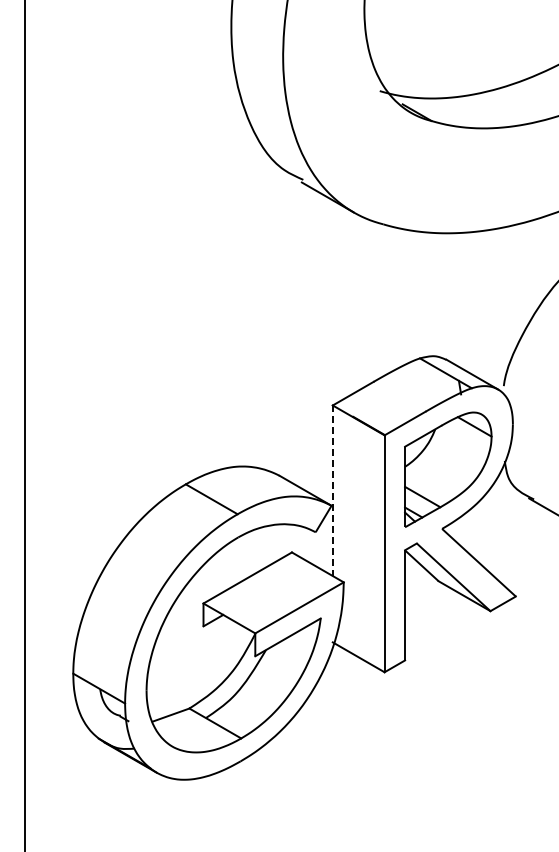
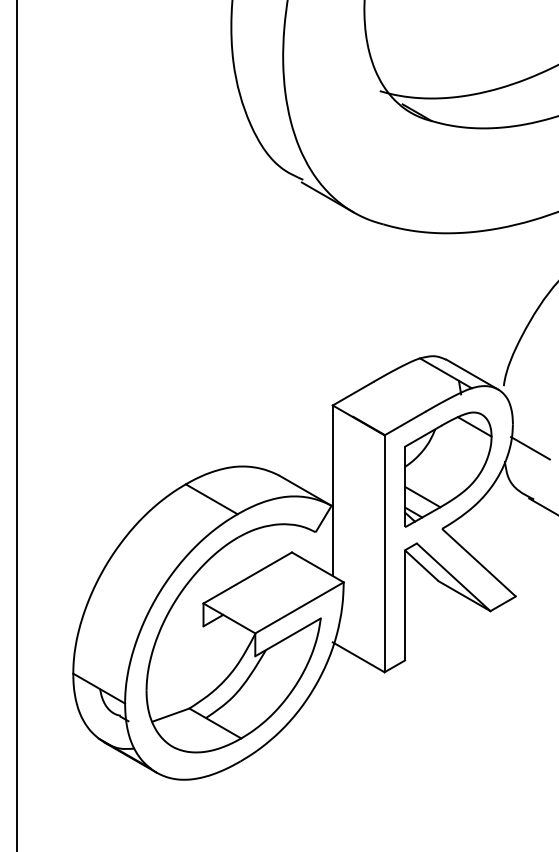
line at (24, 425) position: (24, 425) -> (16, 425)
line at (530, 448): none -> present
line at (332, 491): dashed -> solid
